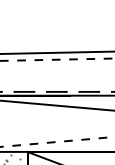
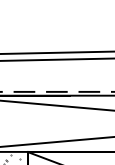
line at (57, 59): dashed -> solid
line at (57, 141): dashed -> solid
